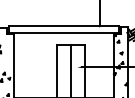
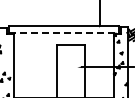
line at (64, 32): solid -> dashed
line at (70, 69): present -> none
